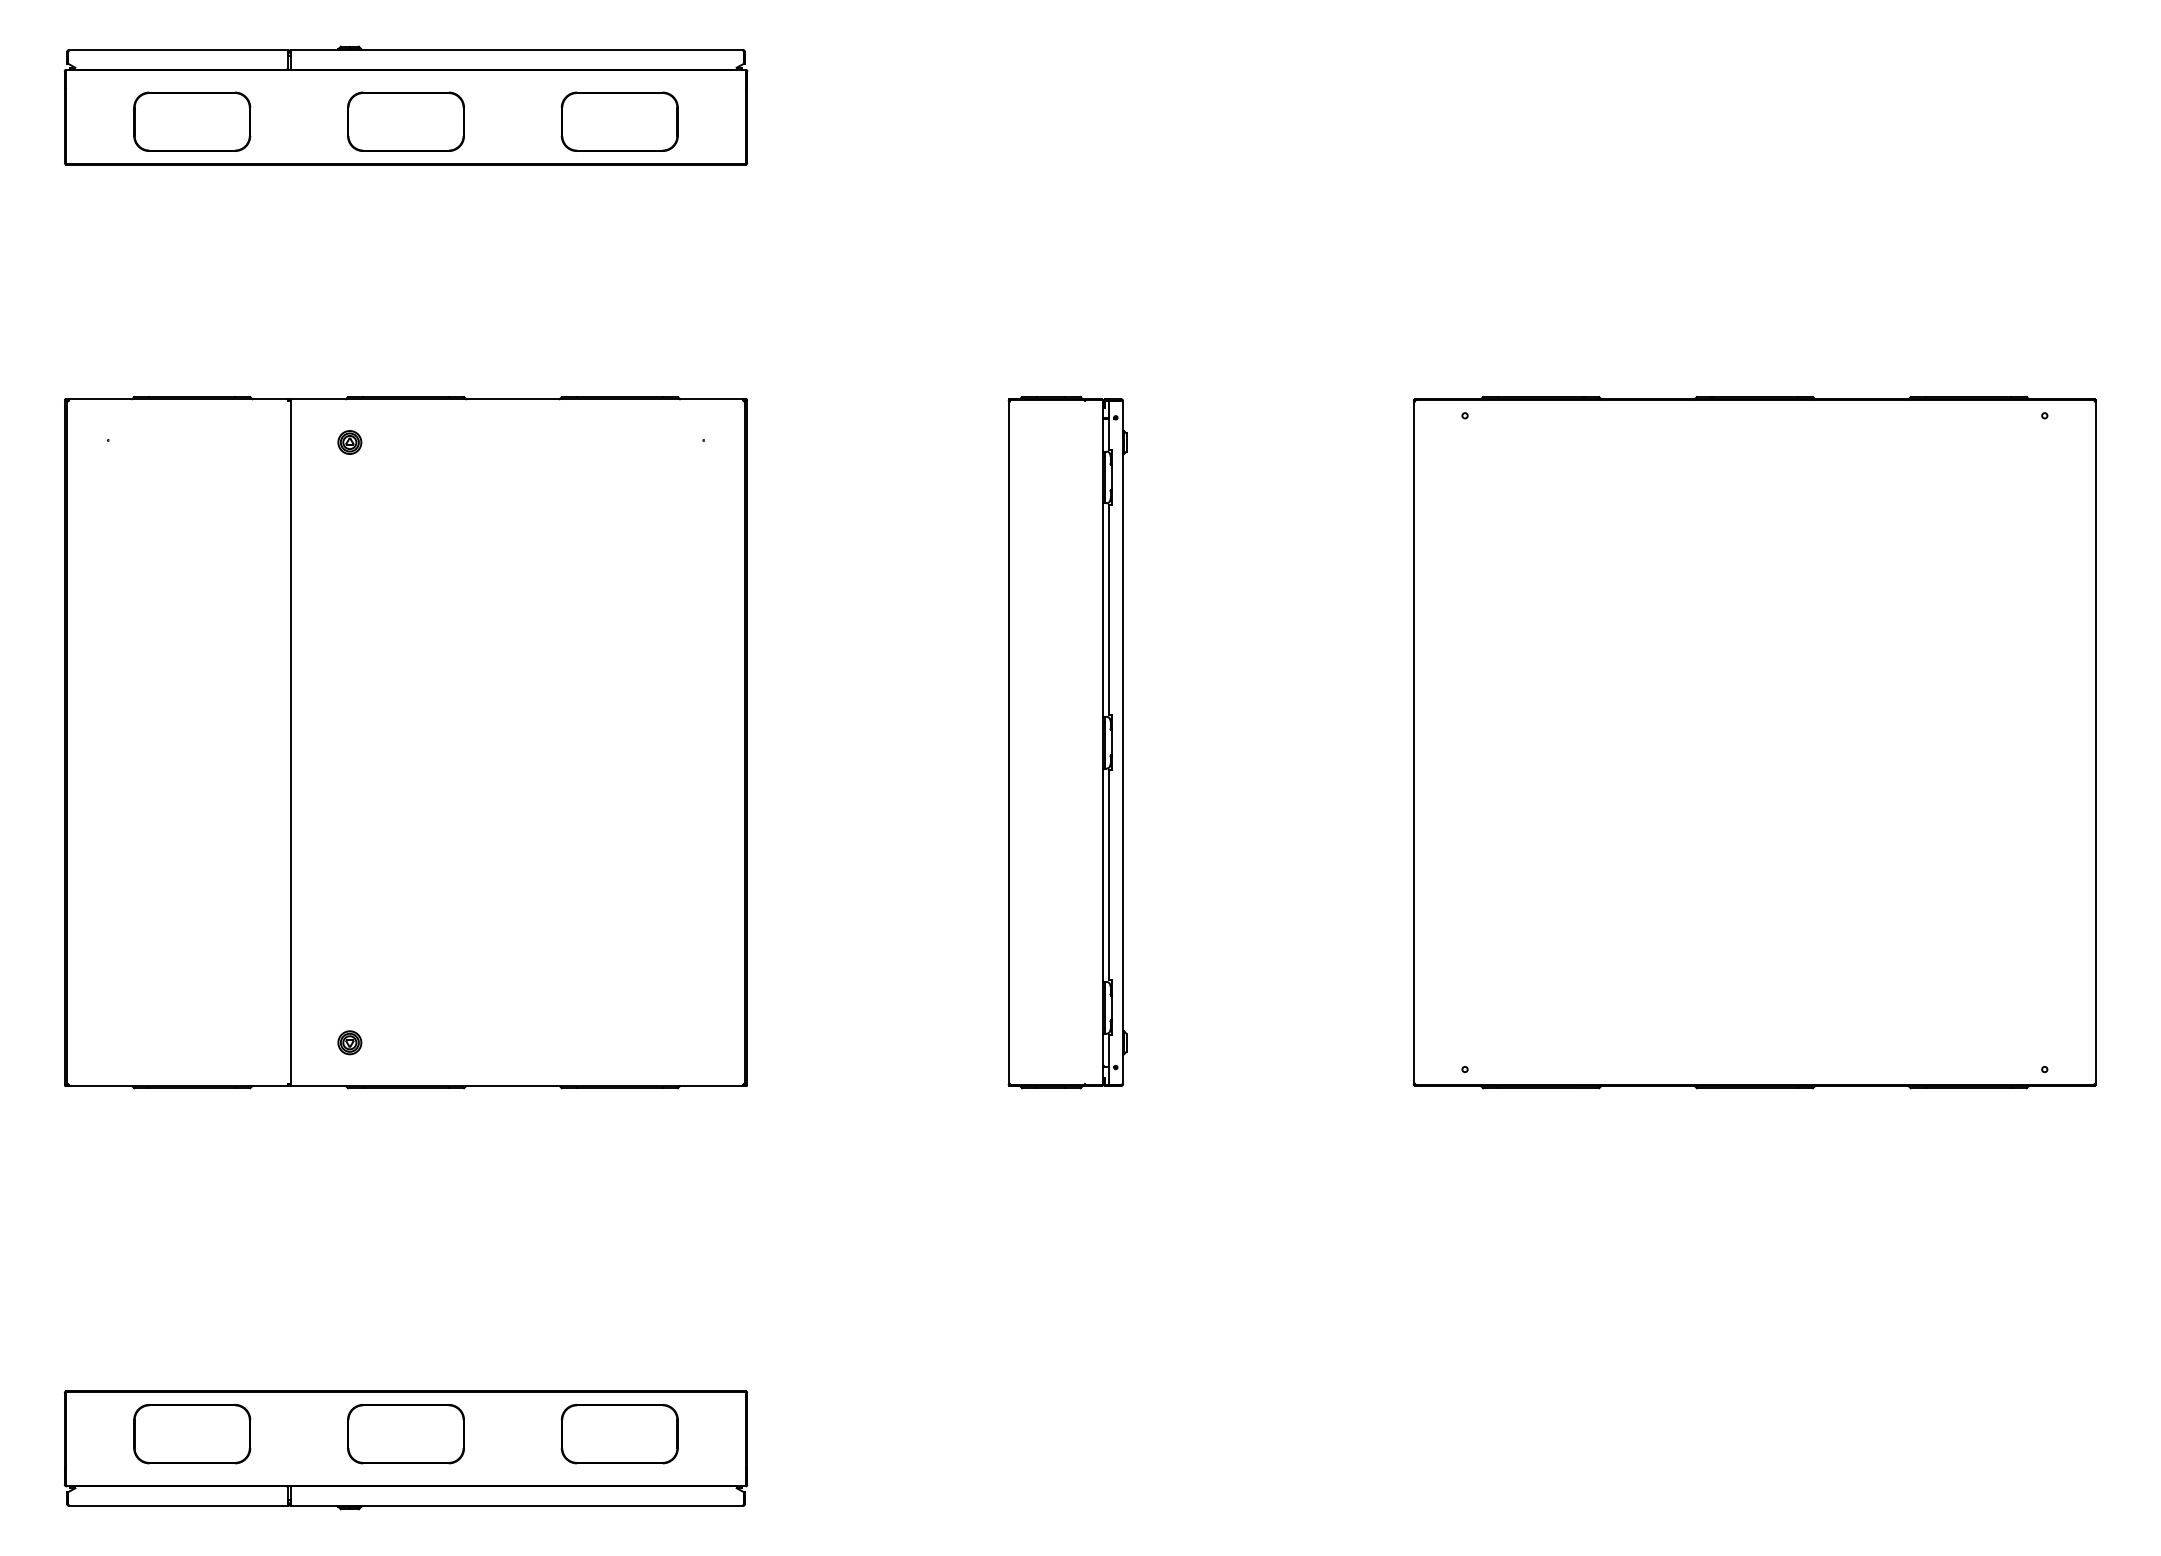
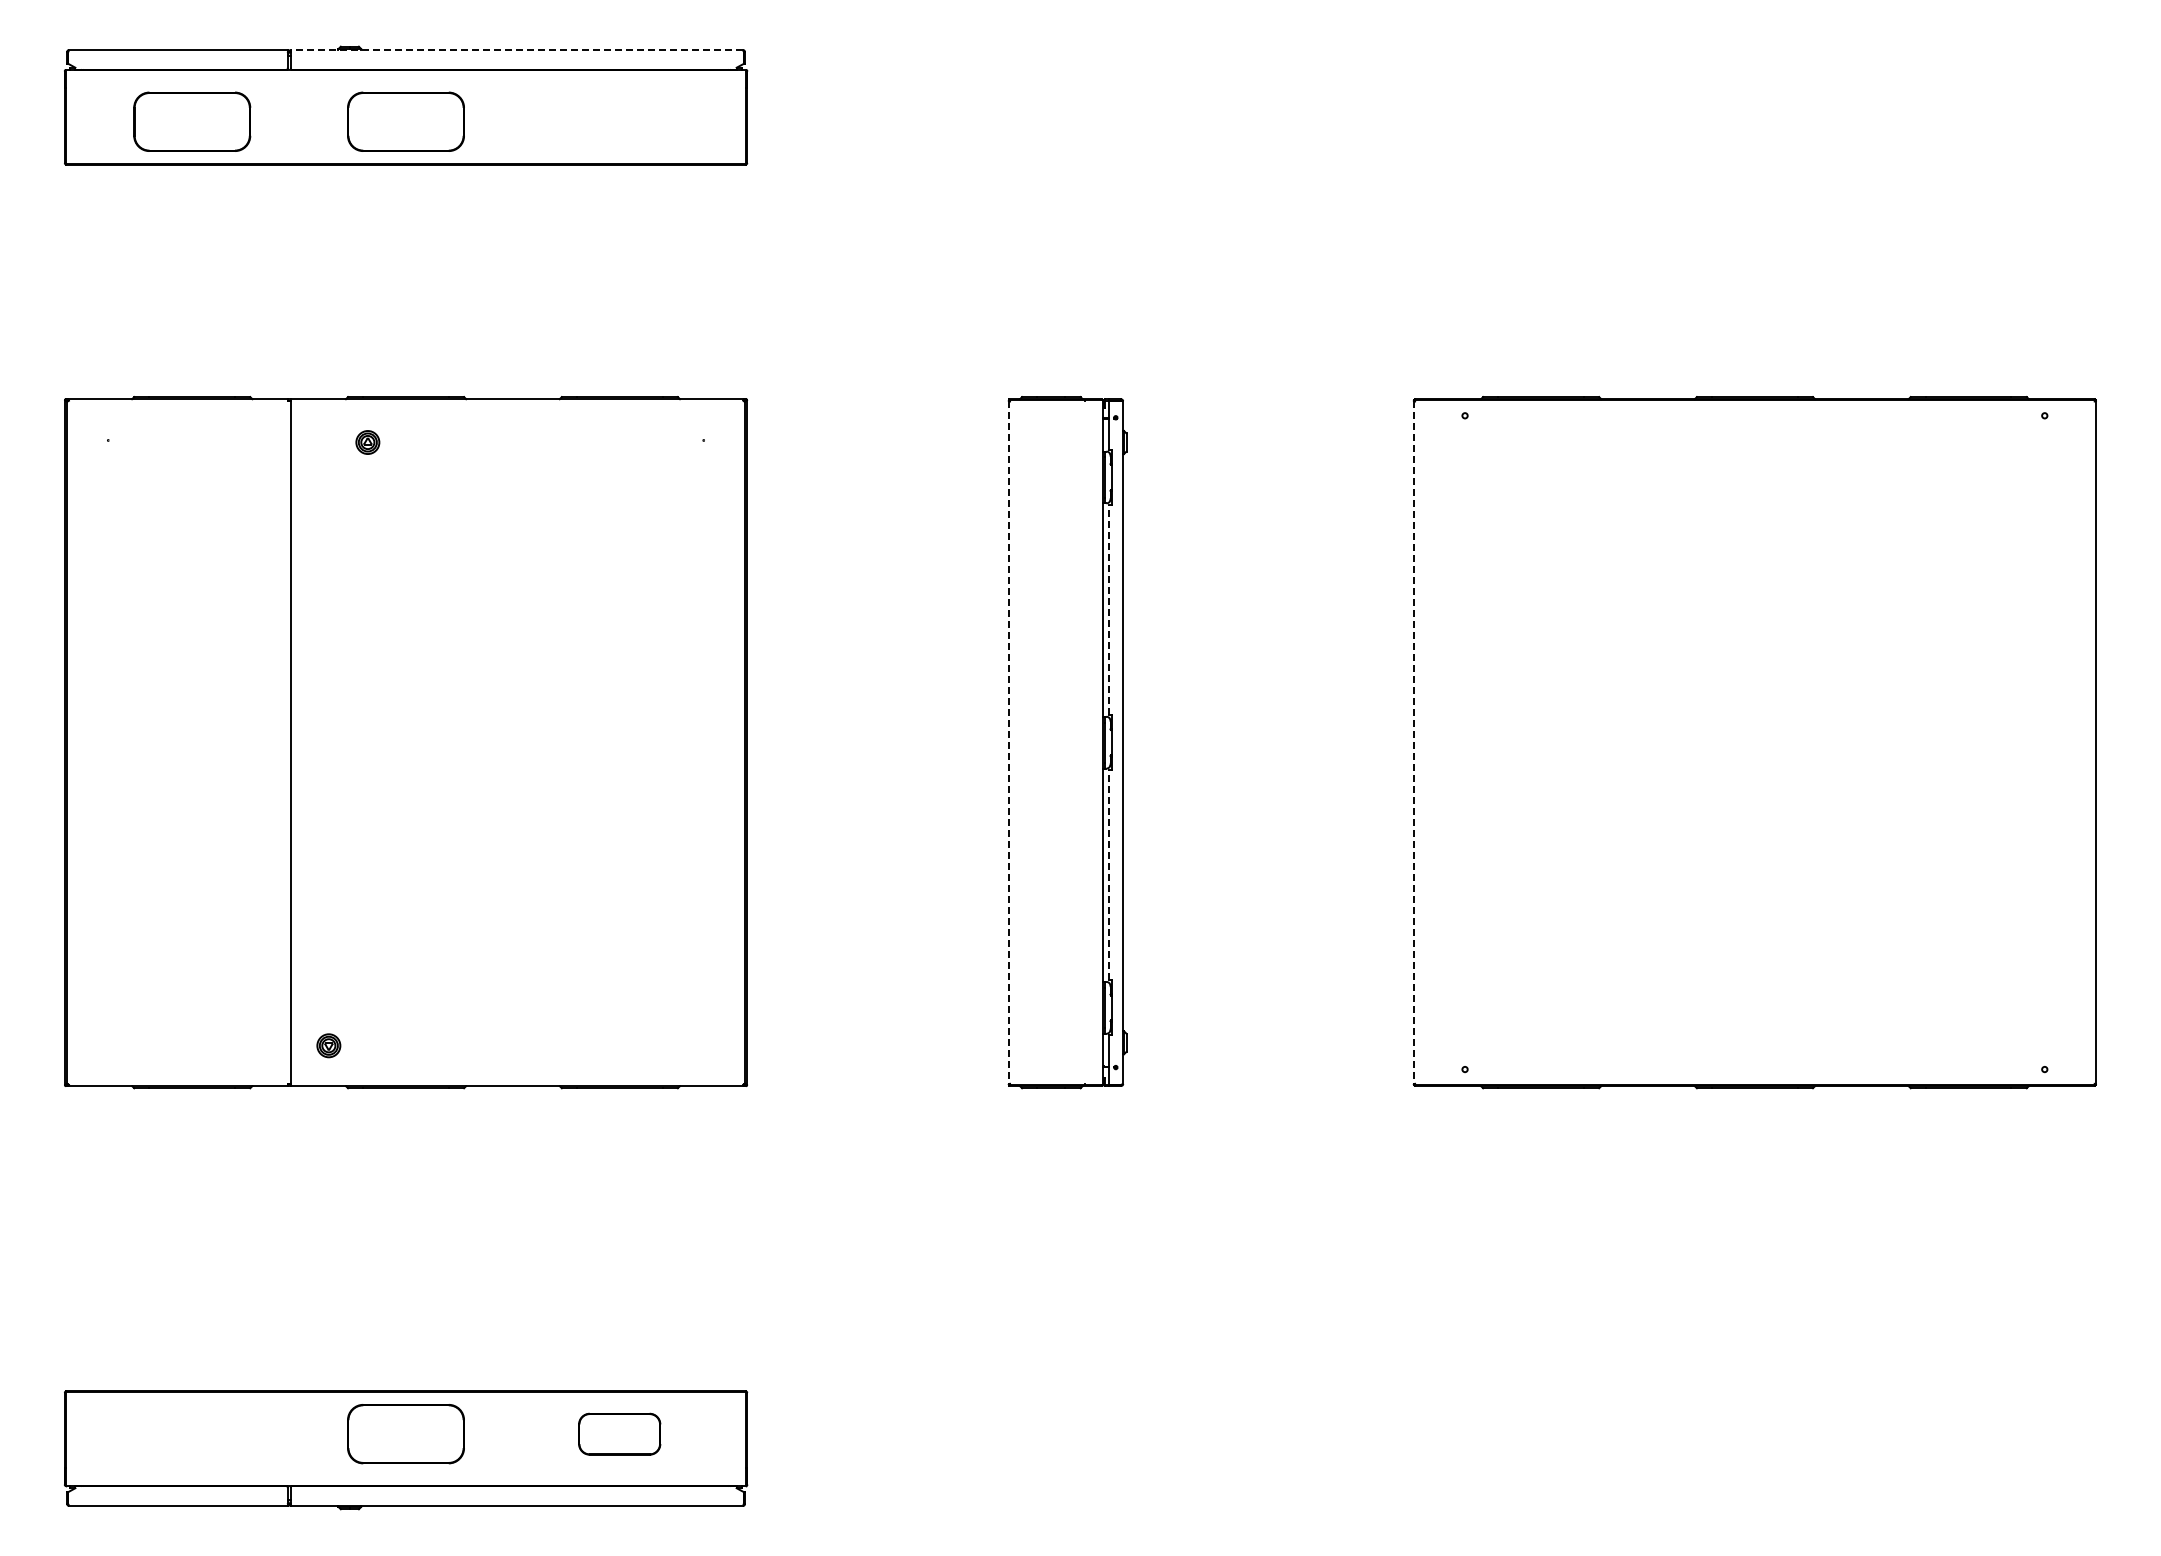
line at (516, 49): solid -> dashed
part at (619, 121): present -> none
part at (349, 442) position: (349, 442) -> (367, 442)
line at (1109, 609): solid -> dashed
line at (1008, 743): solid -> dashed
line at (1413, 743): solid -> dashed
line at (1109, 874): solid -> dashed
part at (349, 1042) position: (349, 1042) -> (328, 1045)
part at (192, 1434): present -> none
part at (619, 1434) size: 119x61 px -> 84x44 px
